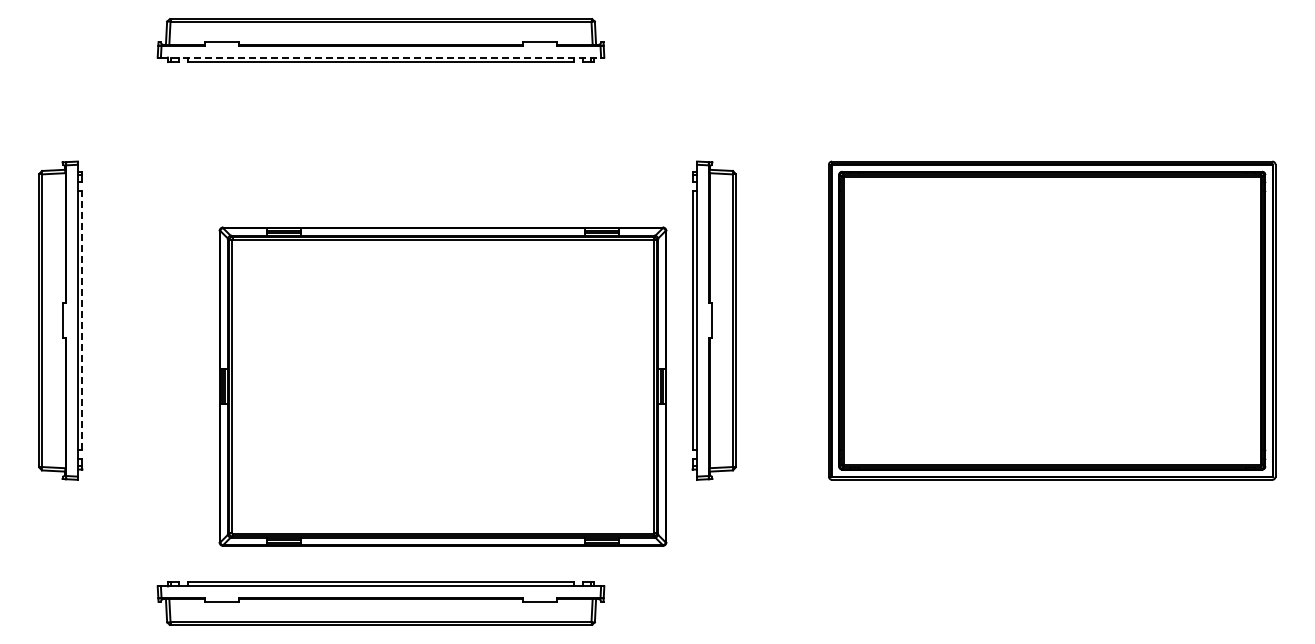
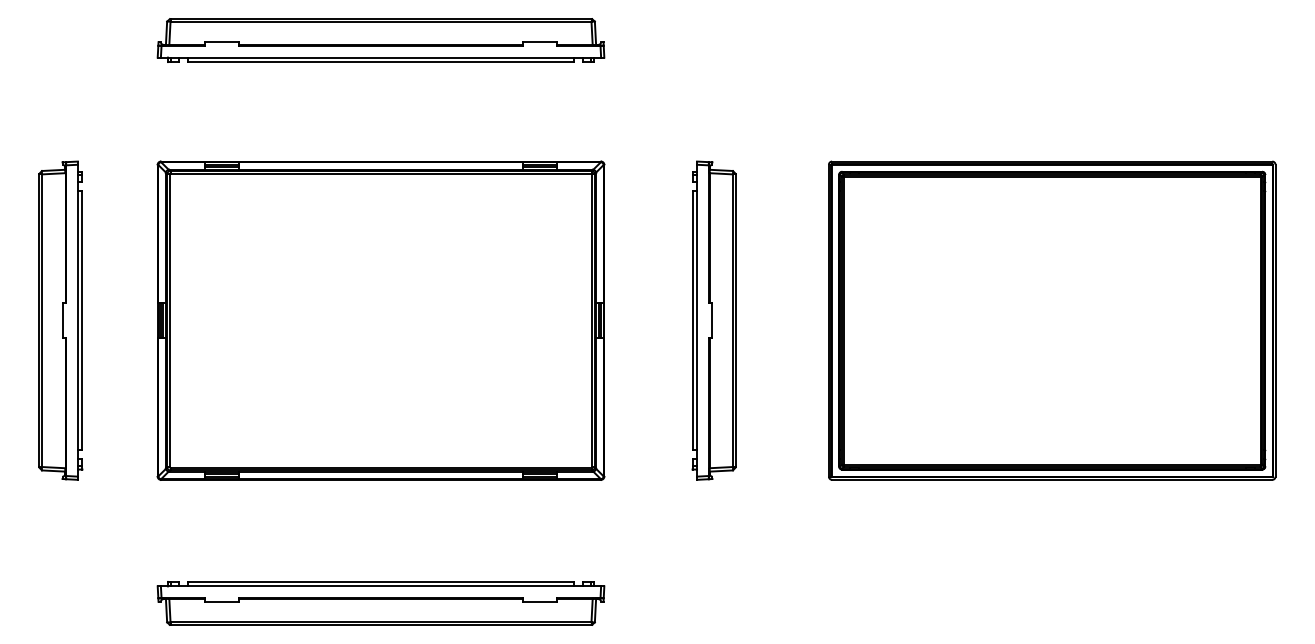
line at (381, 57): dashed -> solid
line at (82, 320): dashed -> solid
part at (442, 386) position: (442, 386) -> (380, 320)
